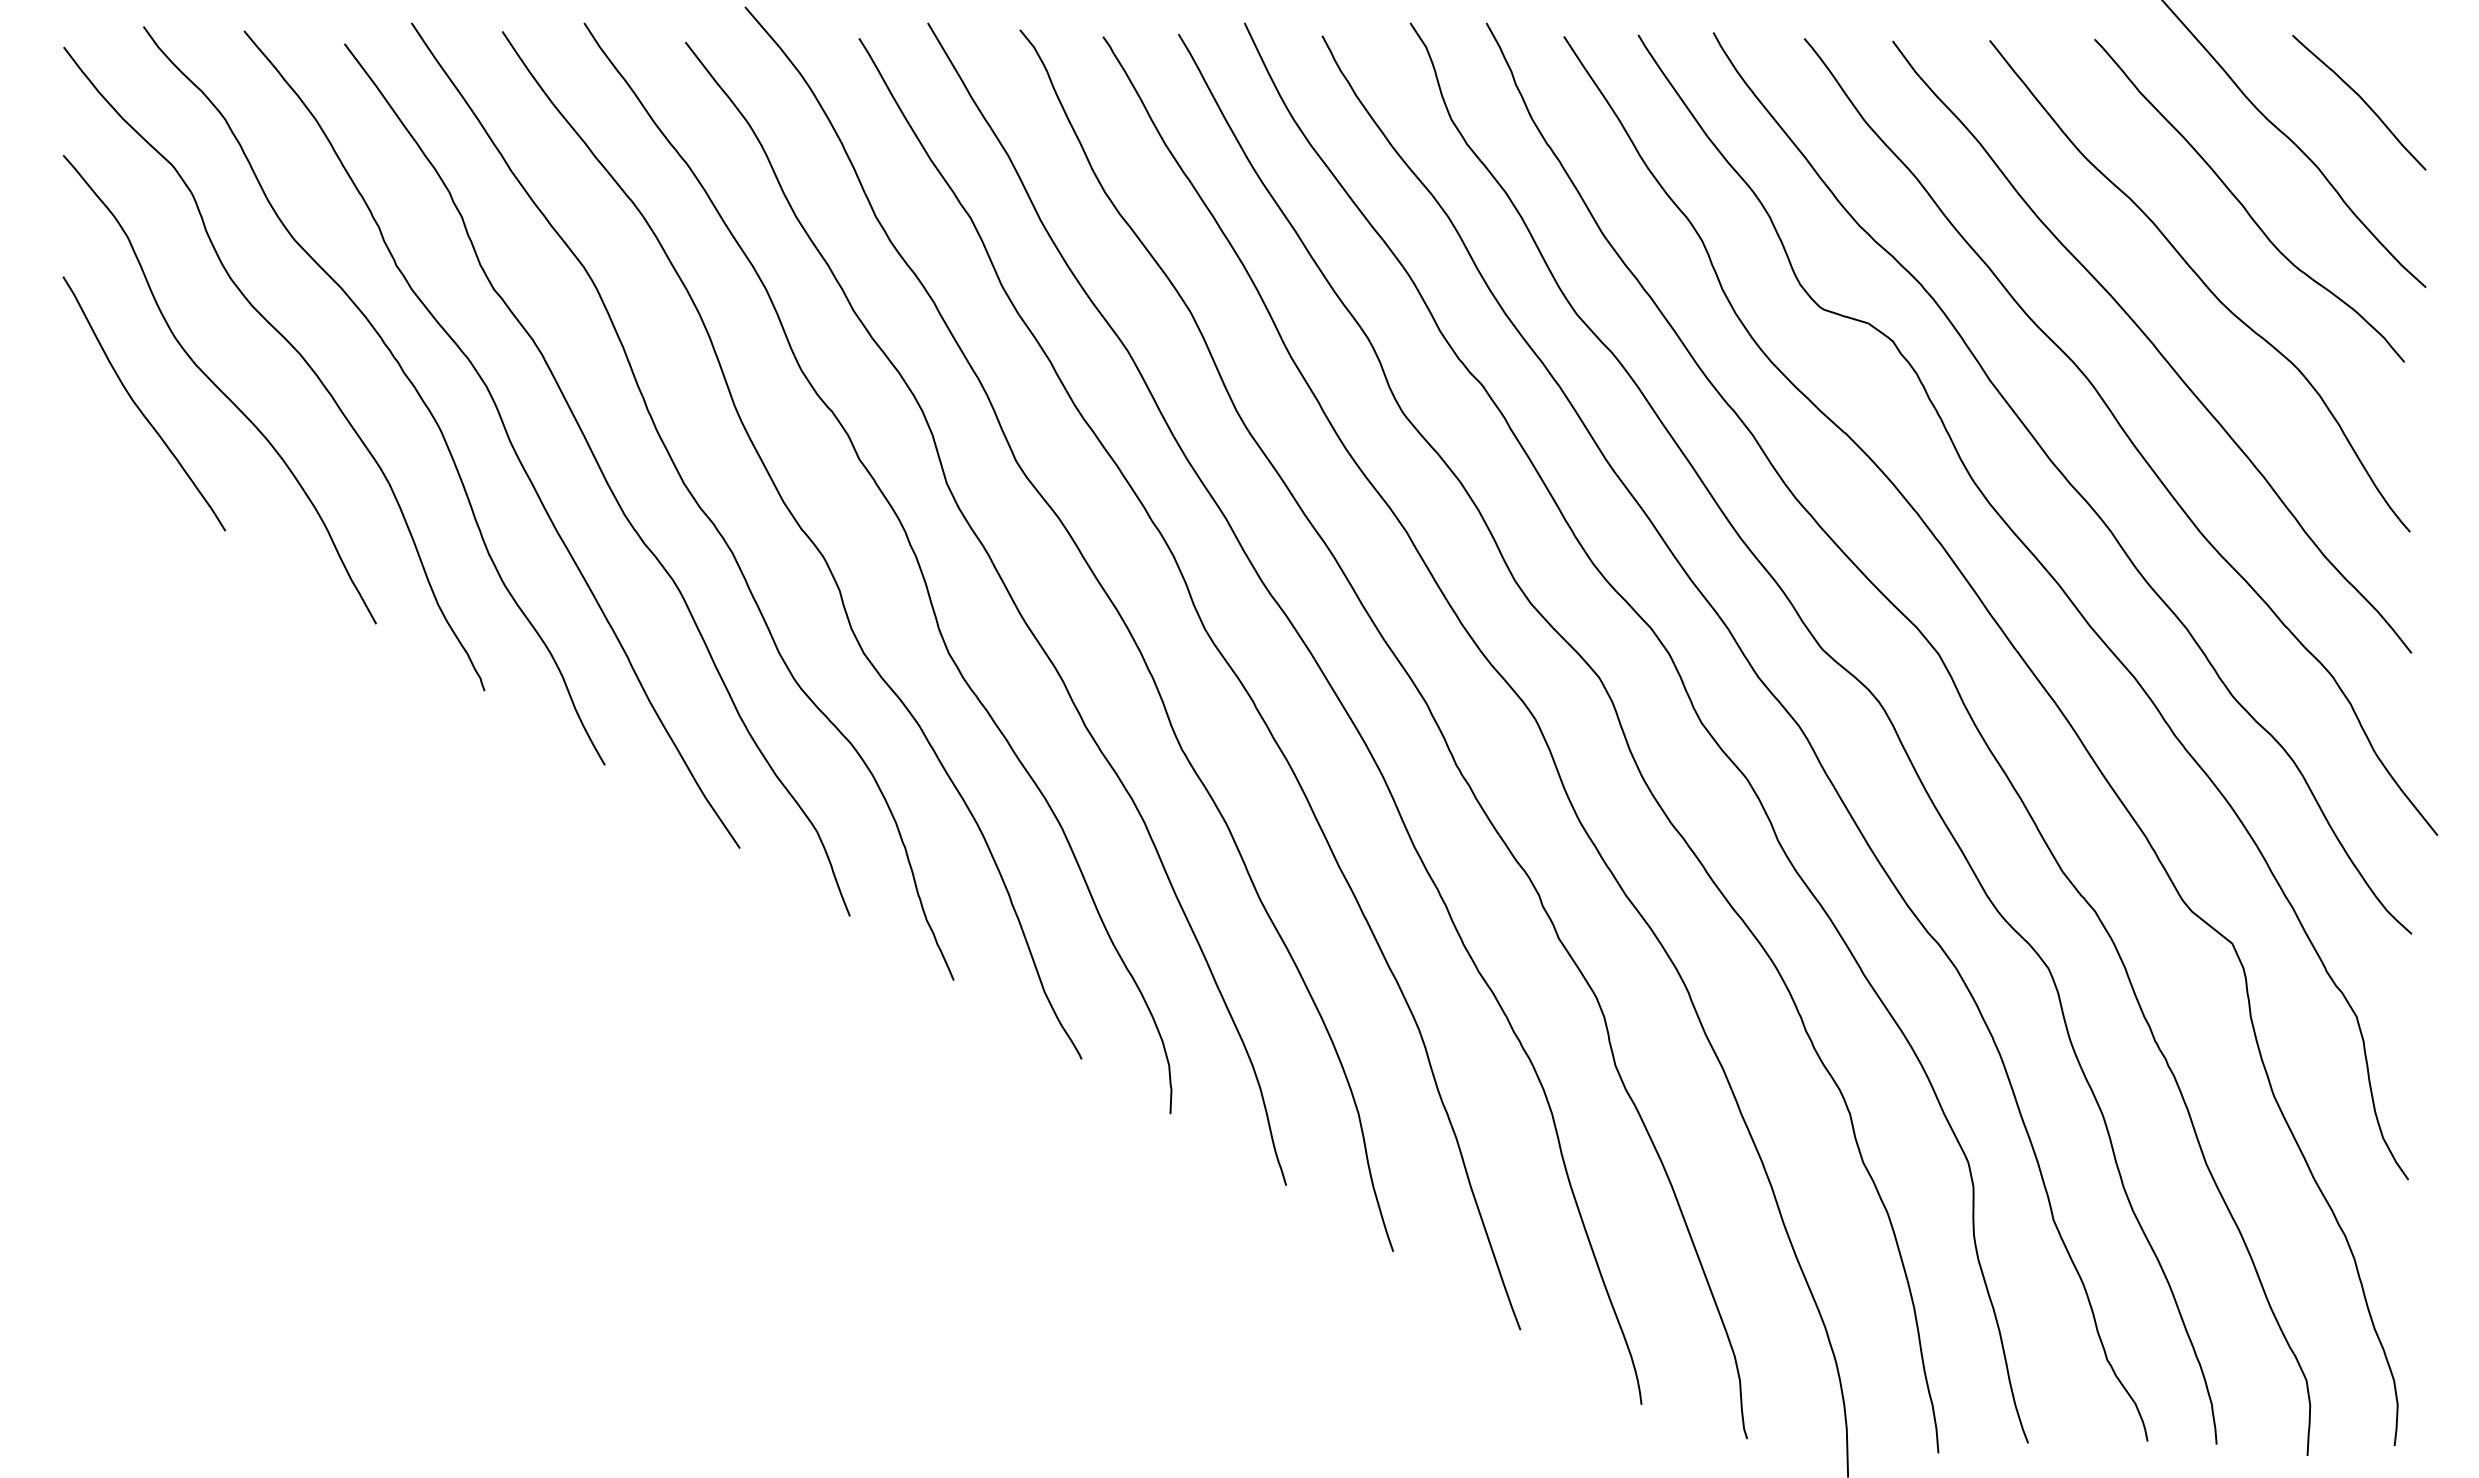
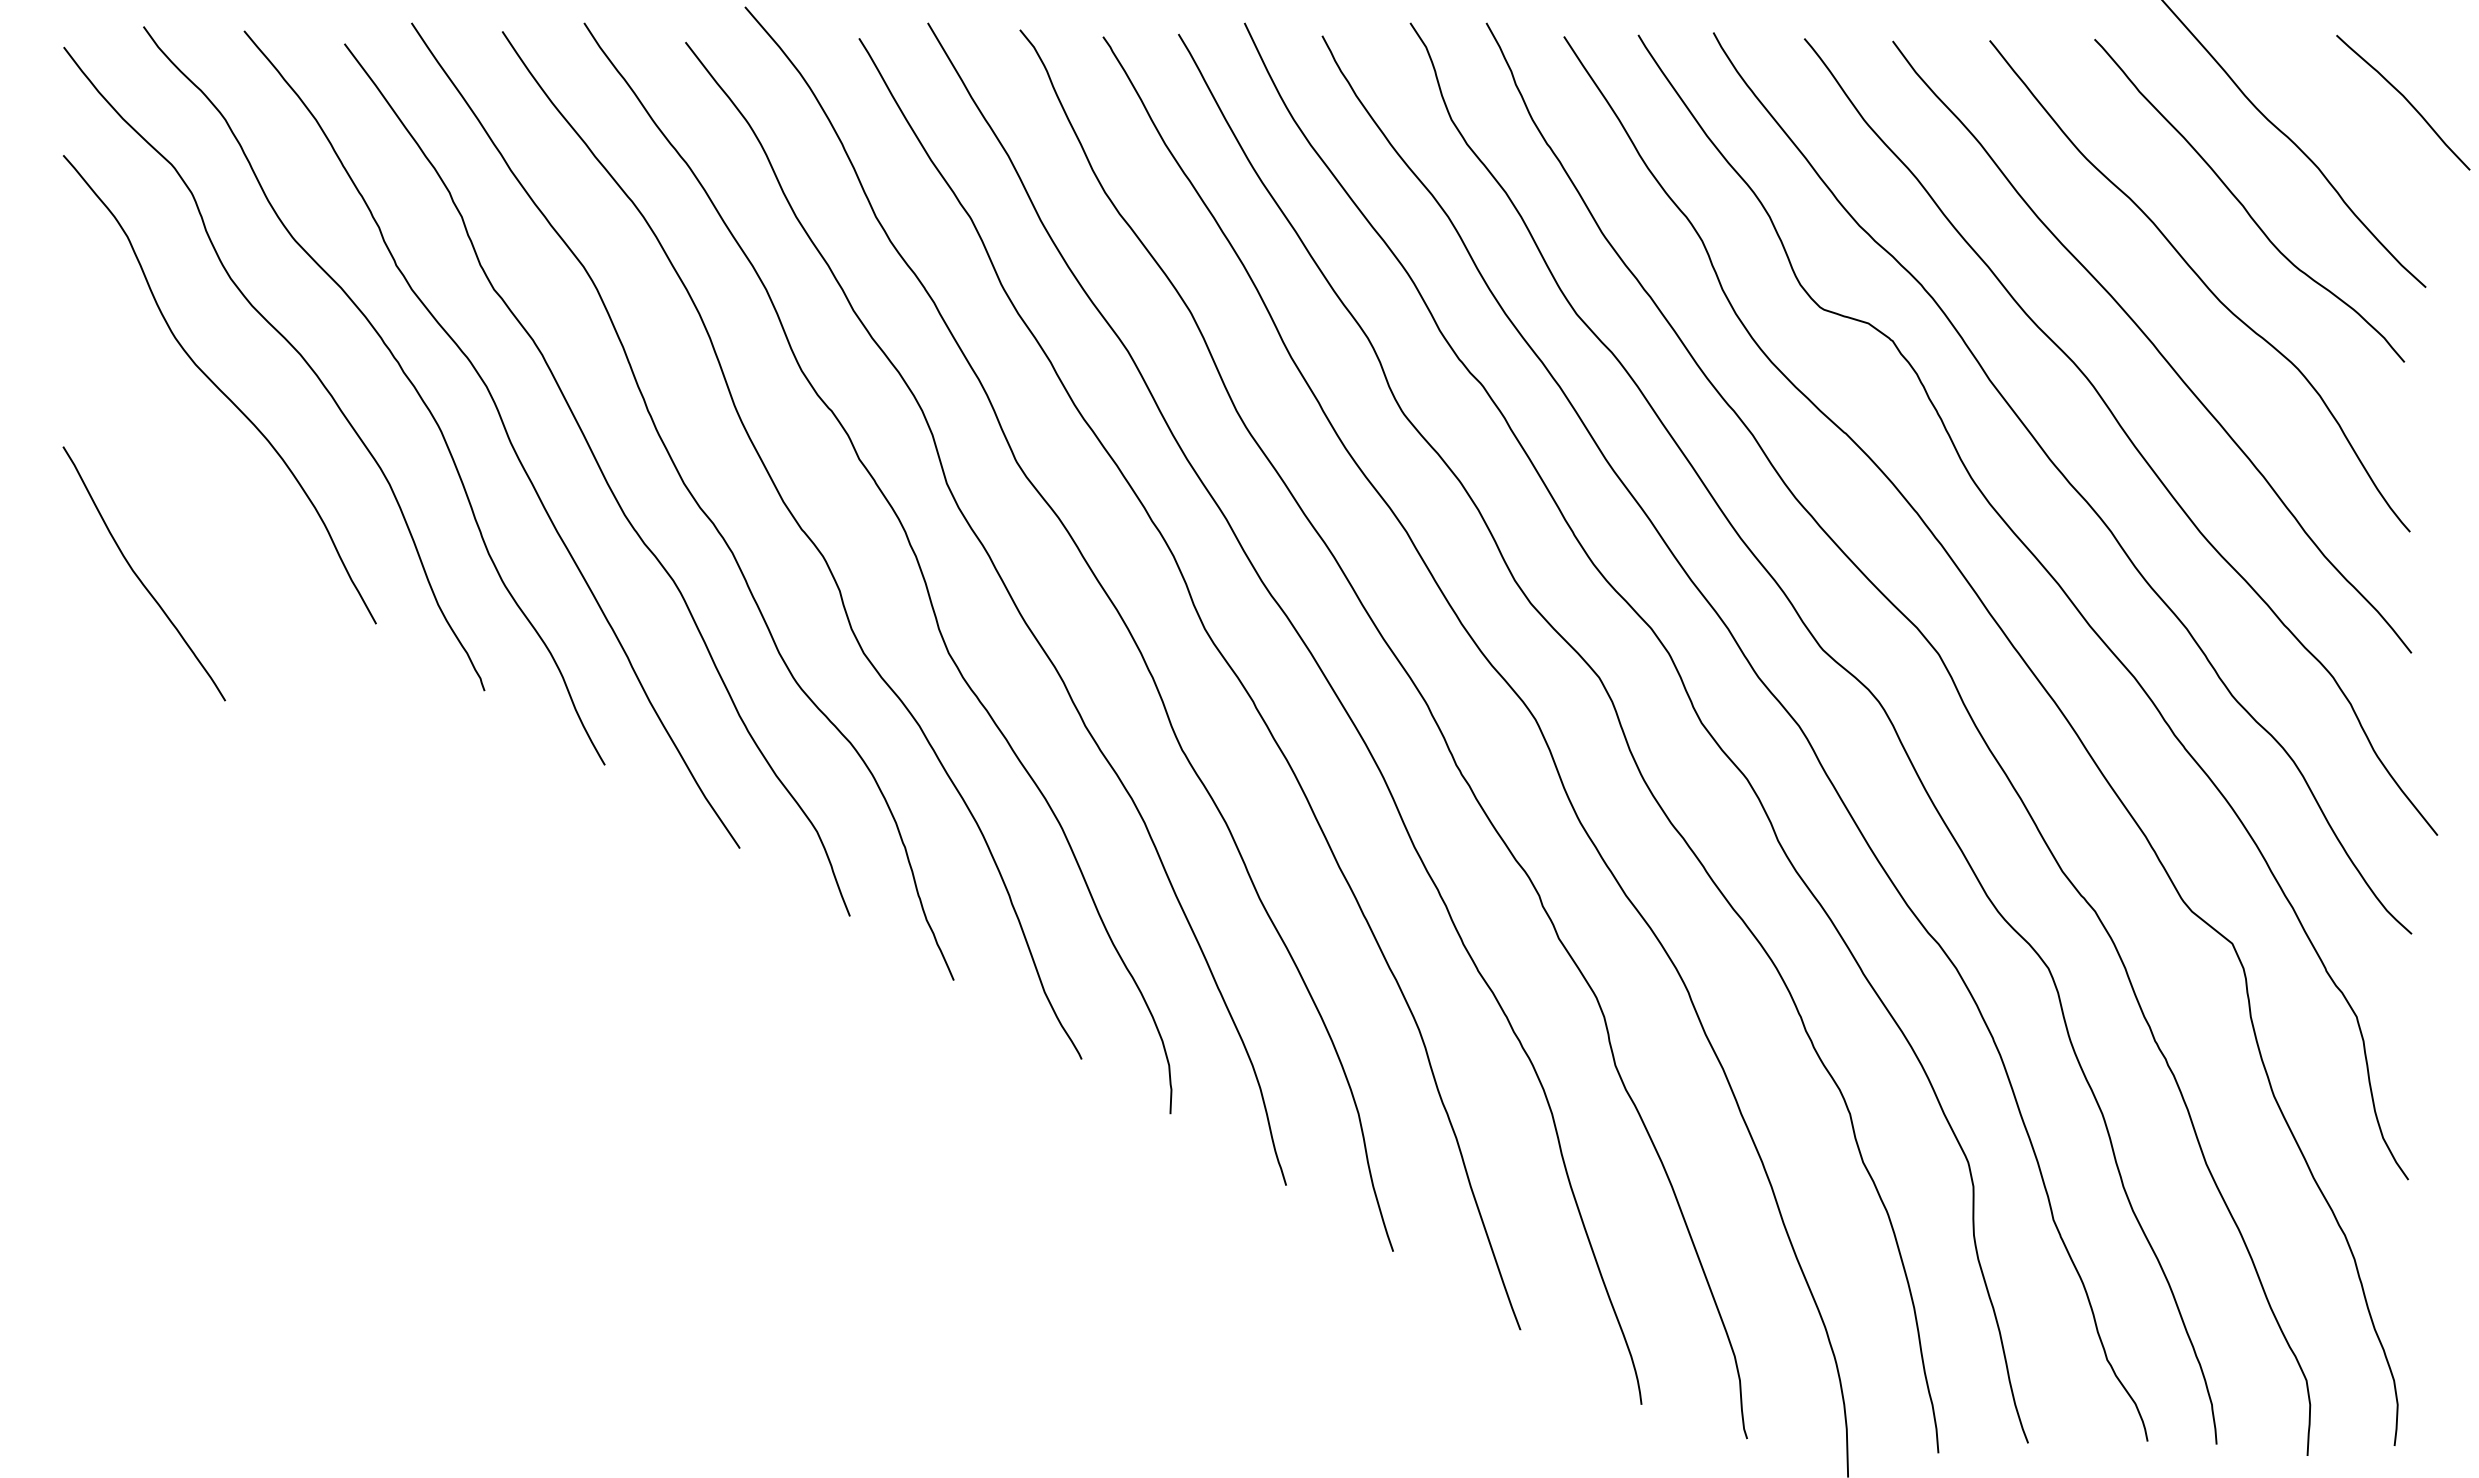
curve at (2361, 99) position: (2361, 99) -> (2405, 99)
curve at (139, 407) position: (139, 407) -> (139, 577)
